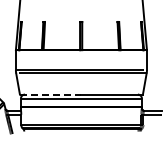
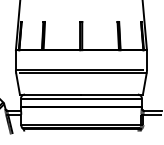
line at (50, 94): dashed -> solid
